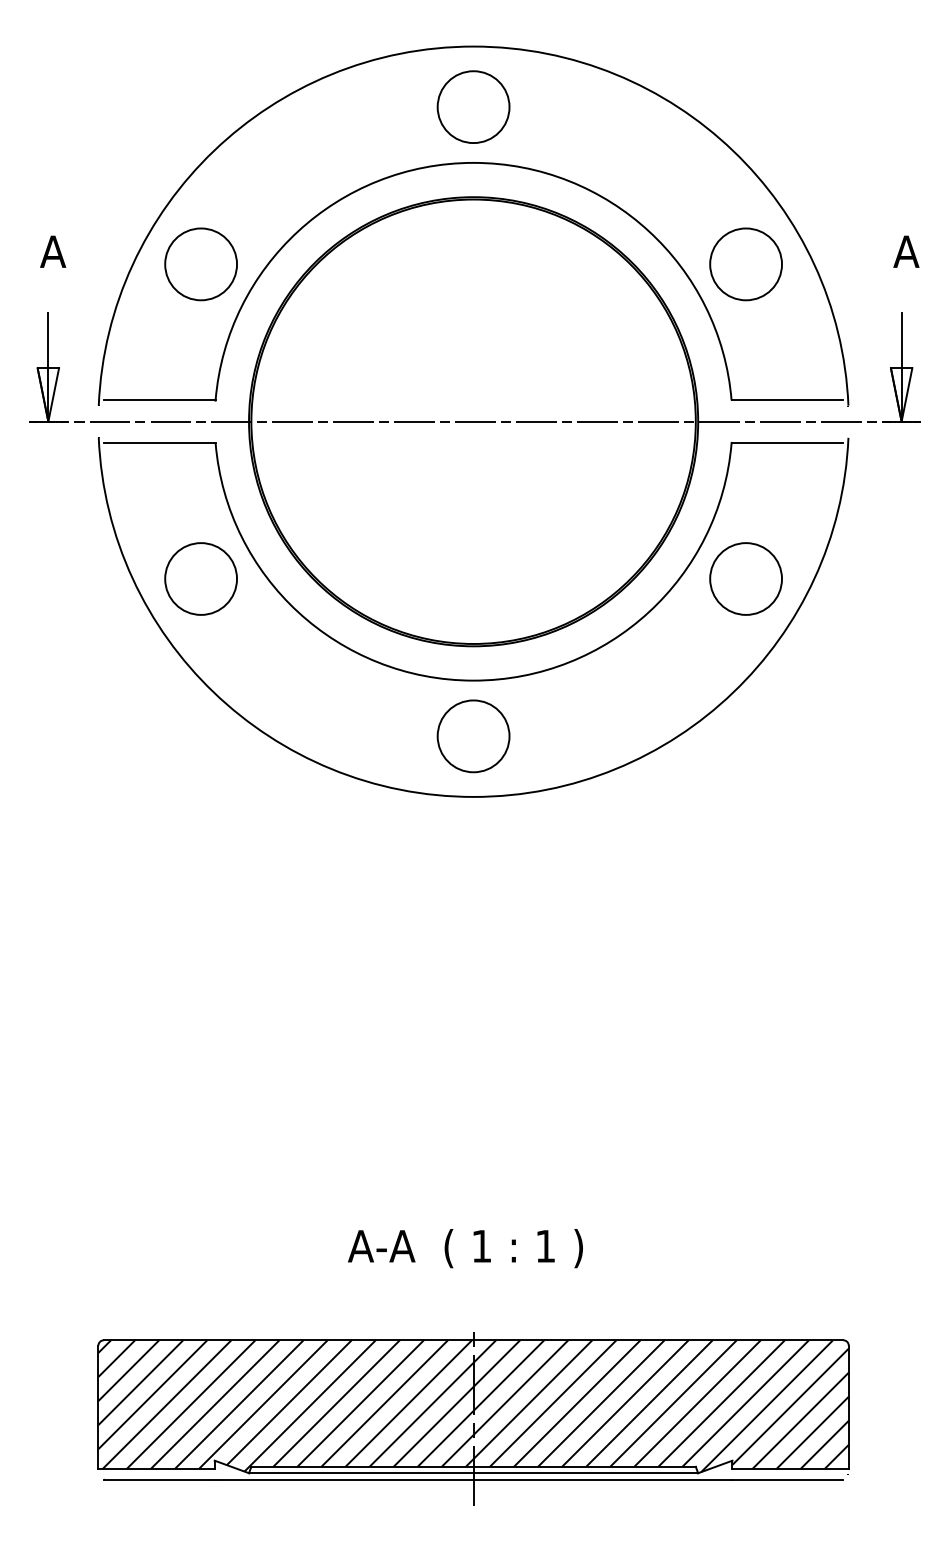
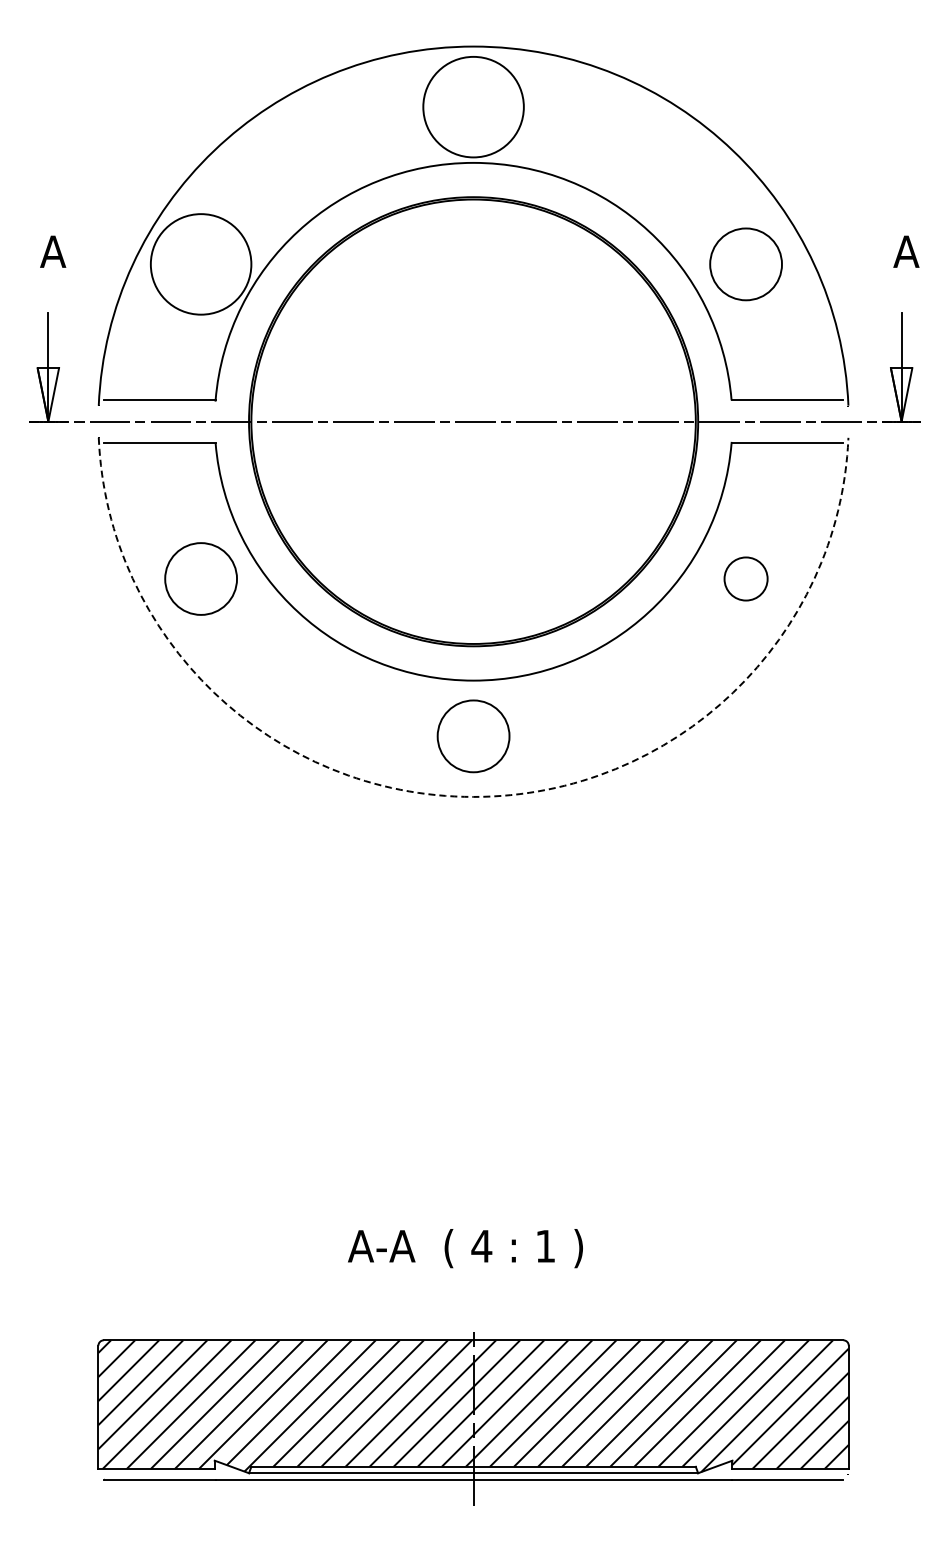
circle at (473, 107) diameter: 72 px -> 101 px
circle at (201, 264) diameter: 72 px -> 101 px
circle at (746, 578) diameter: 72 px -> 43 px
arc at (473, 796): solid -> dashed
text at (481, 1246): 1 -> 4
